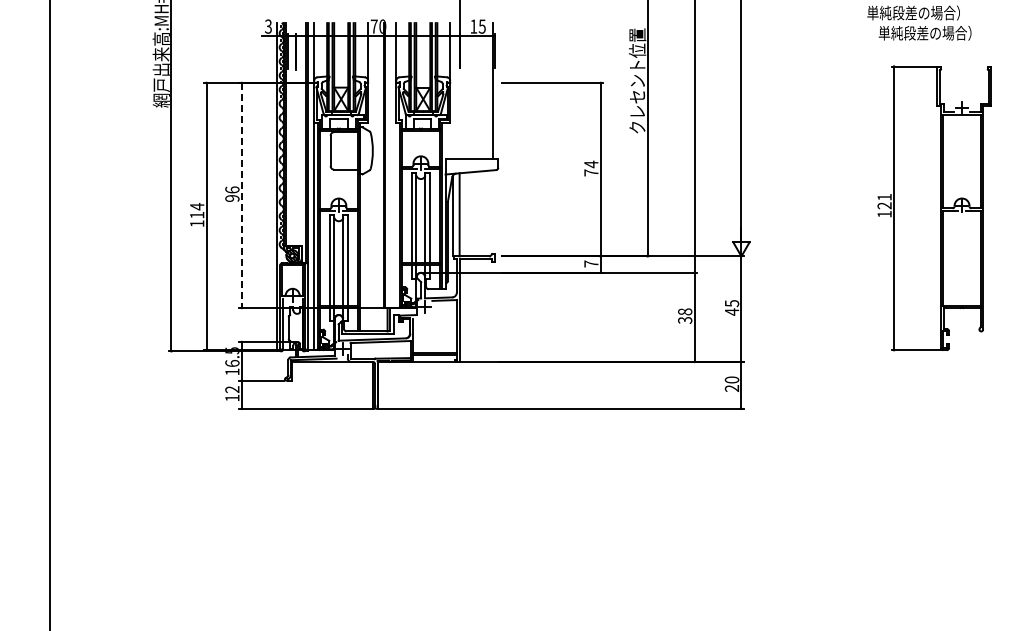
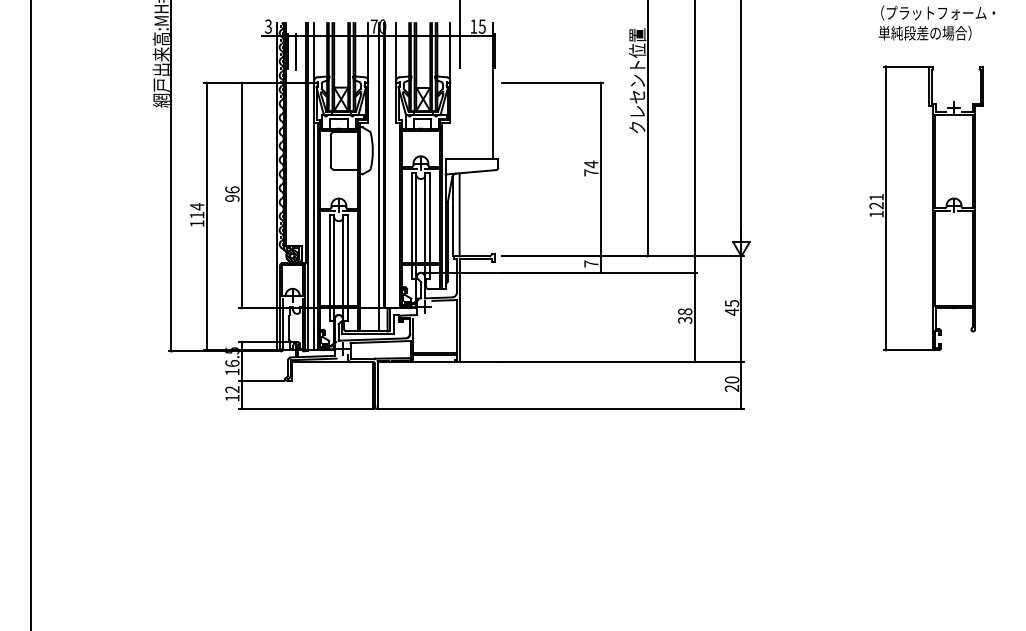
text at (931, 12): 単純段差の場合） -> （プラットフォーム・
line at (378, 177): none -> present
line at (241, 195): dashed -> solid
part at (934, 208) position: (934, 208) -> (926, 208)
line at (49, 314) position: (49, 314) -> (30, 314)
